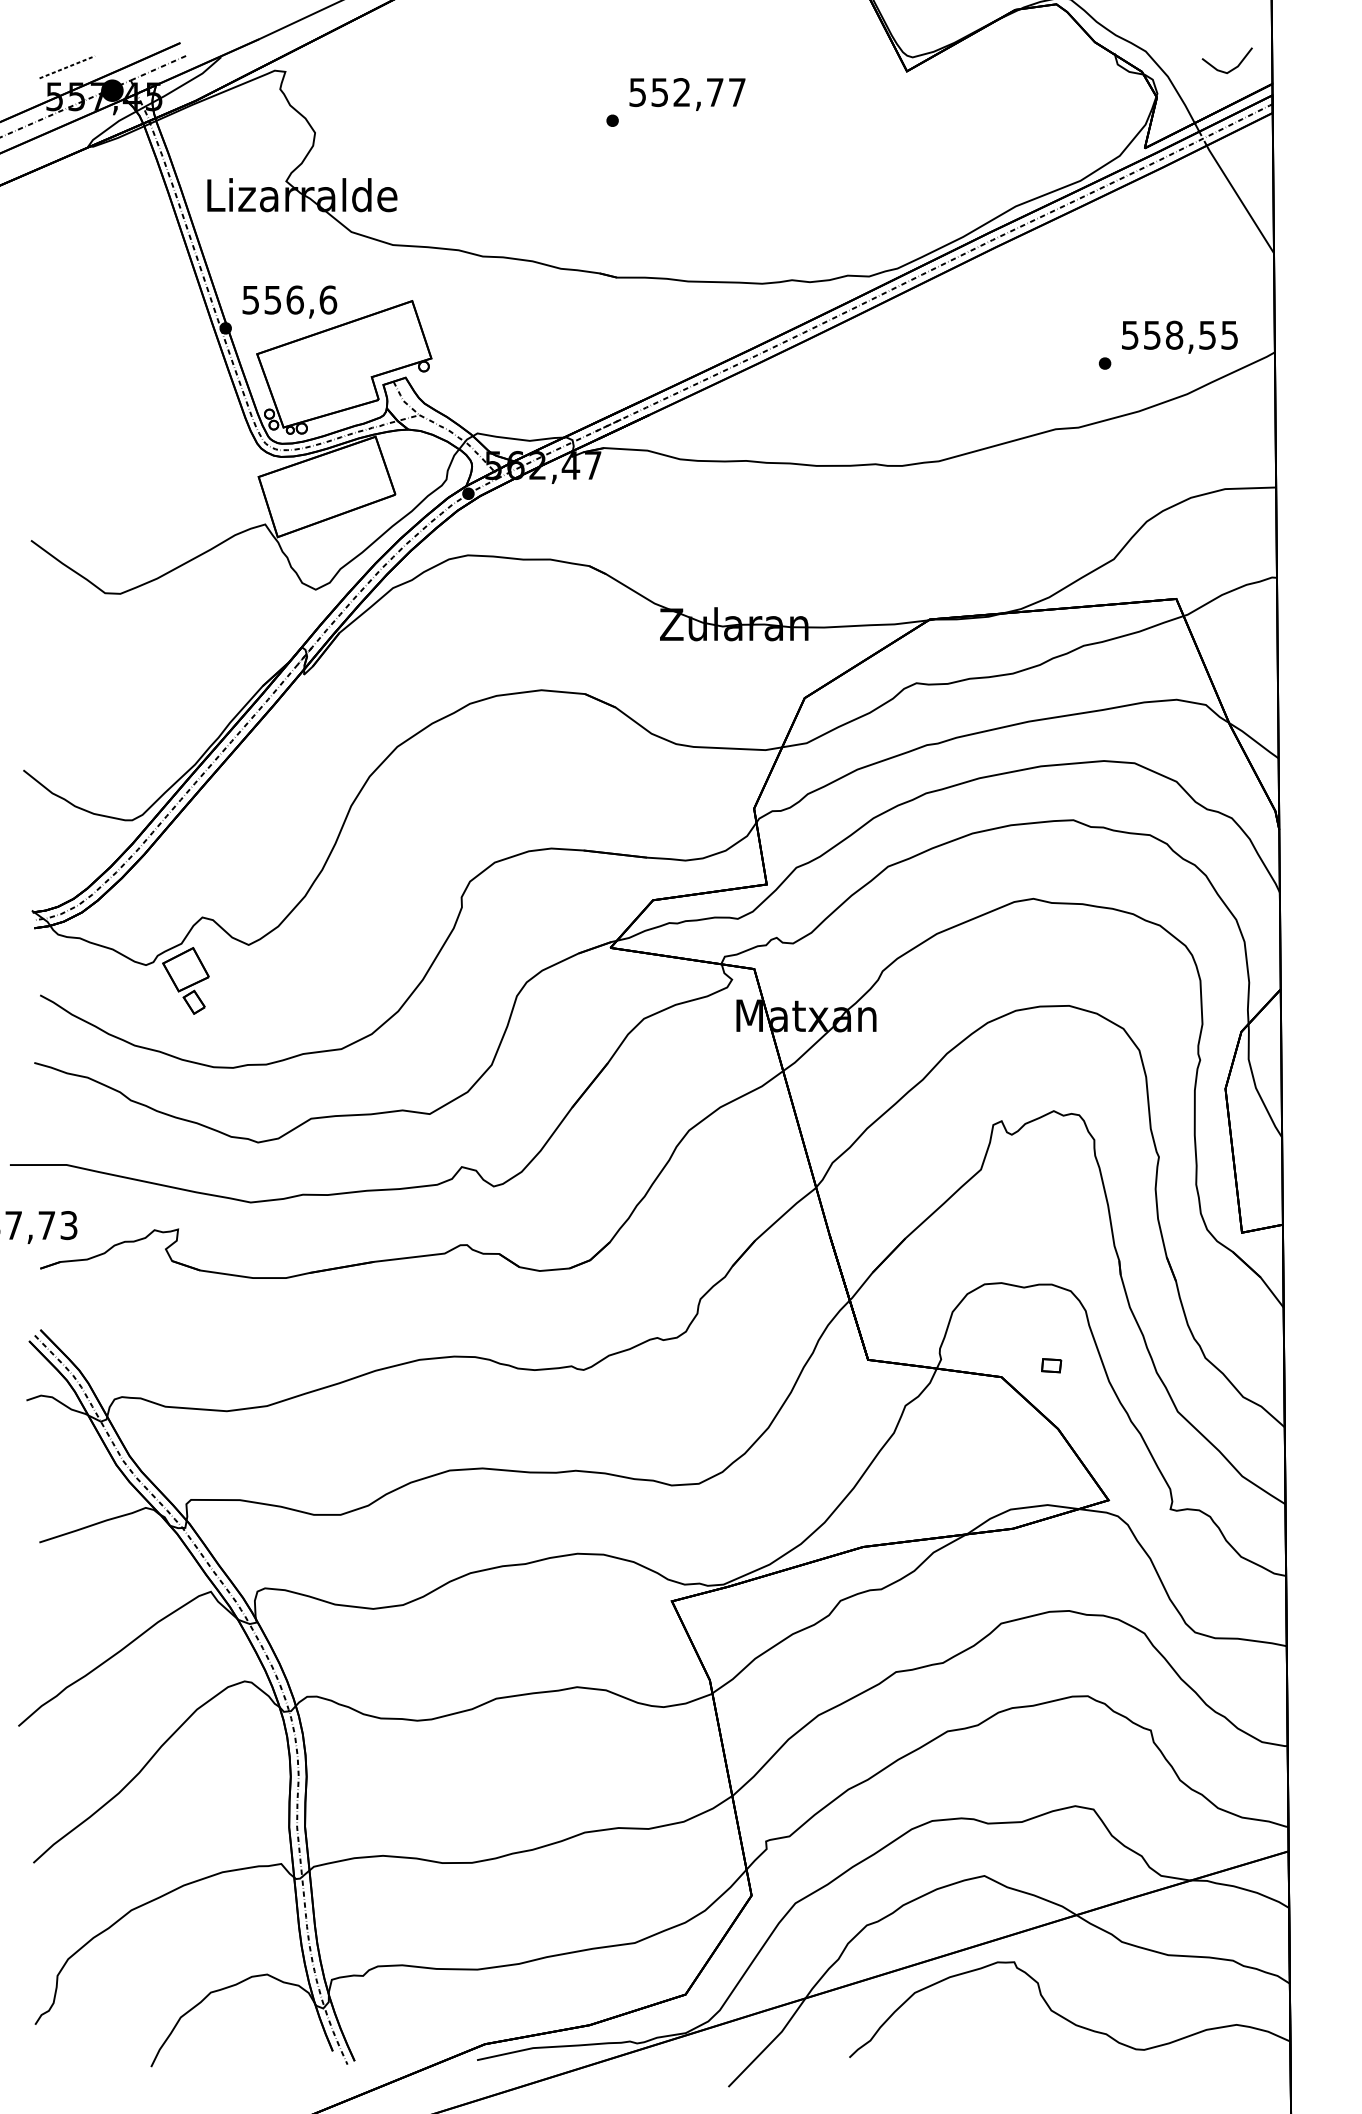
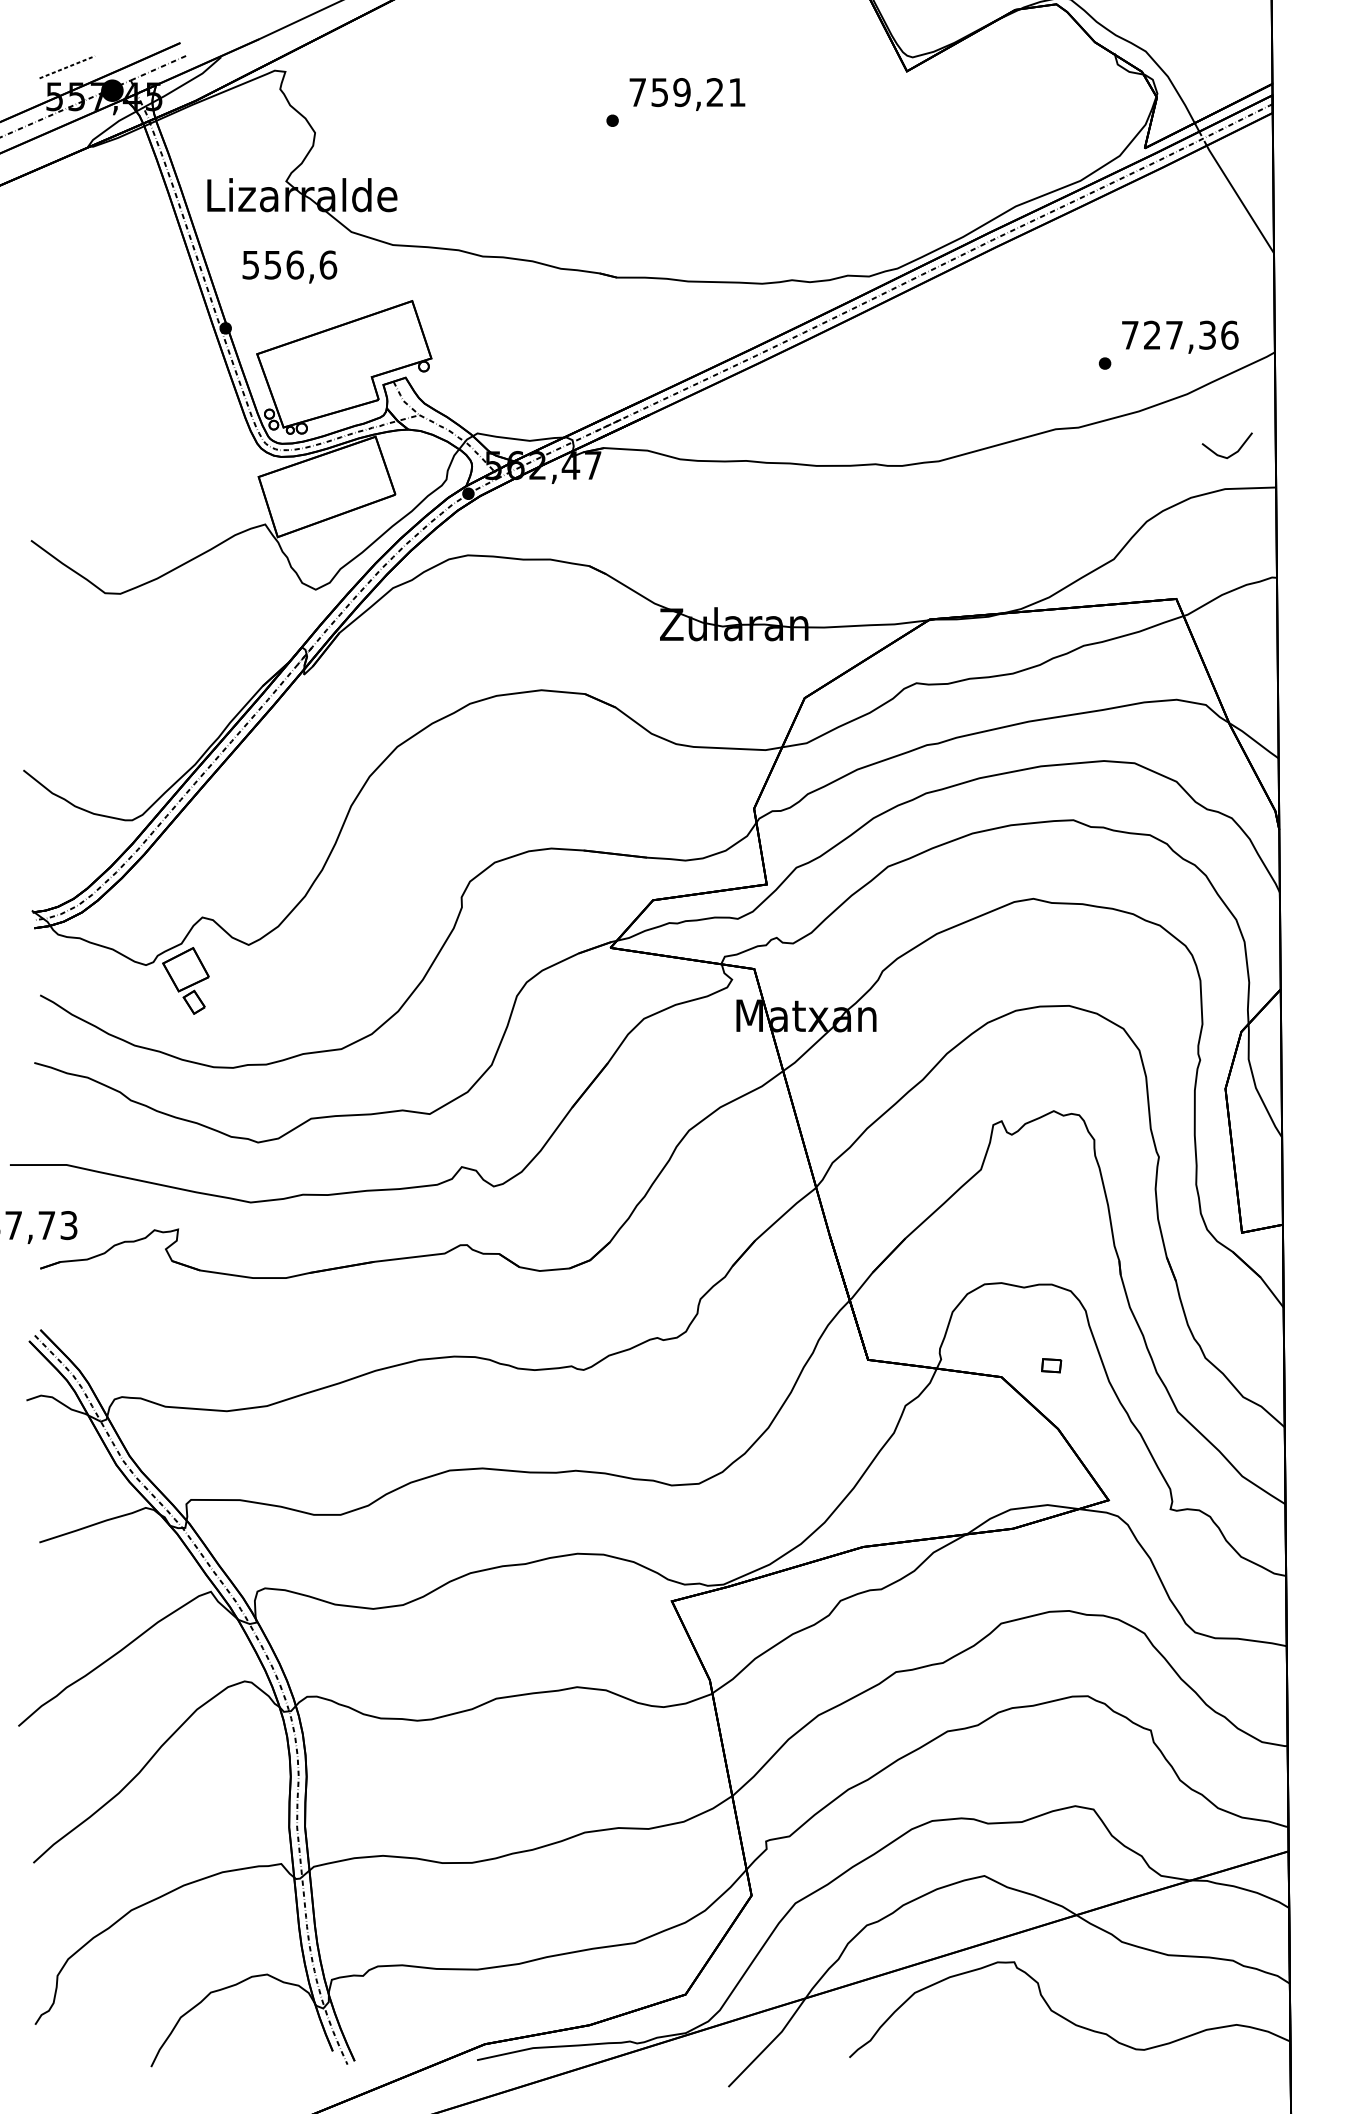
line at (1232, 68) position: (1232, 68) -> (1232, 453)
text at (687, 92): 552,77 -> 759,21
text at (289, 301) position: (289, 301) -> (289, 266)
text at (1180, 334): 558,55 -> 727,36
